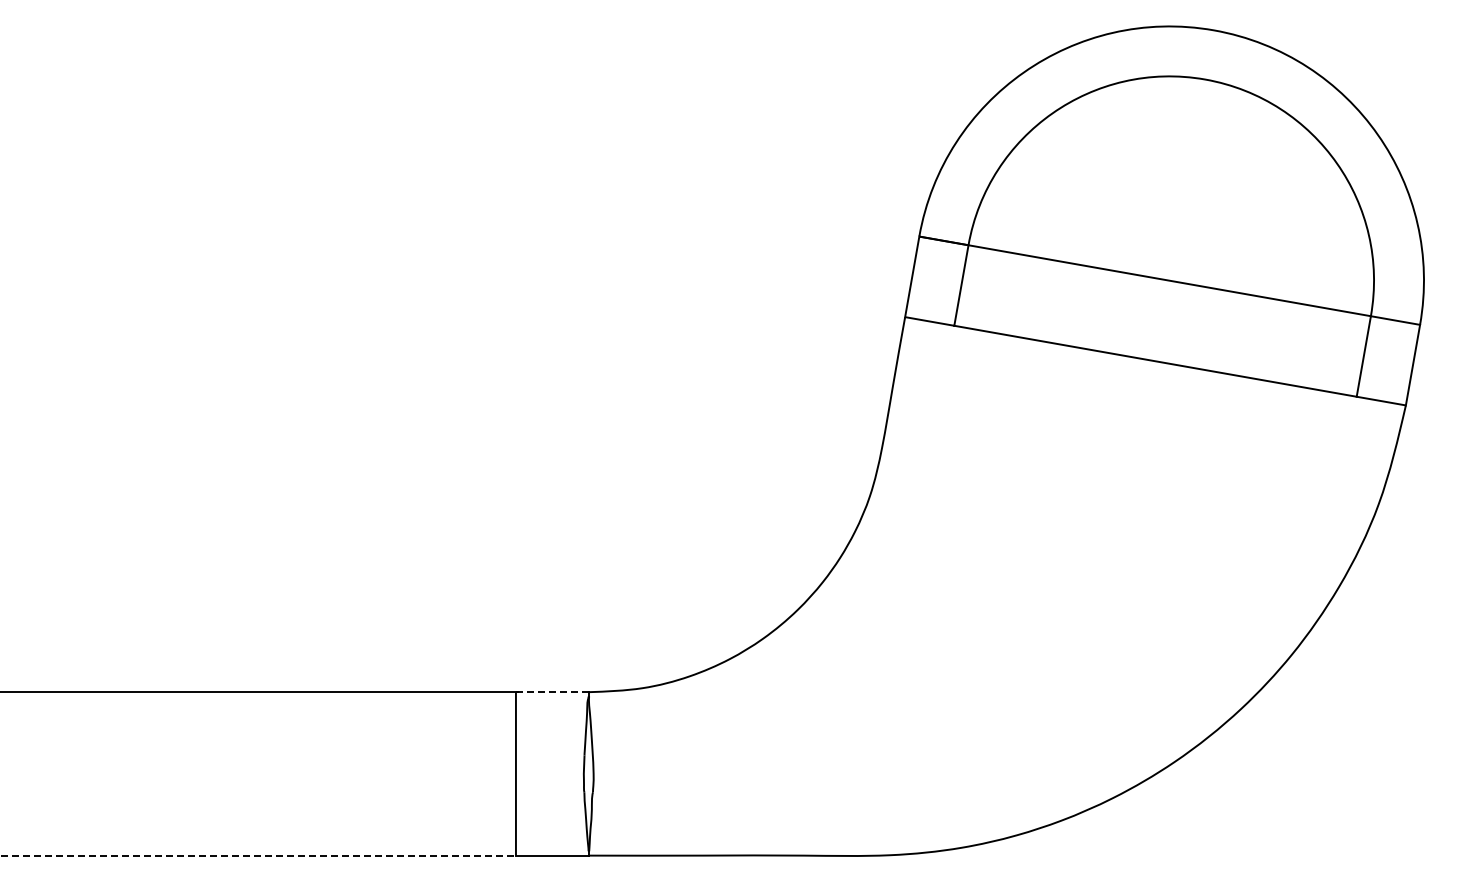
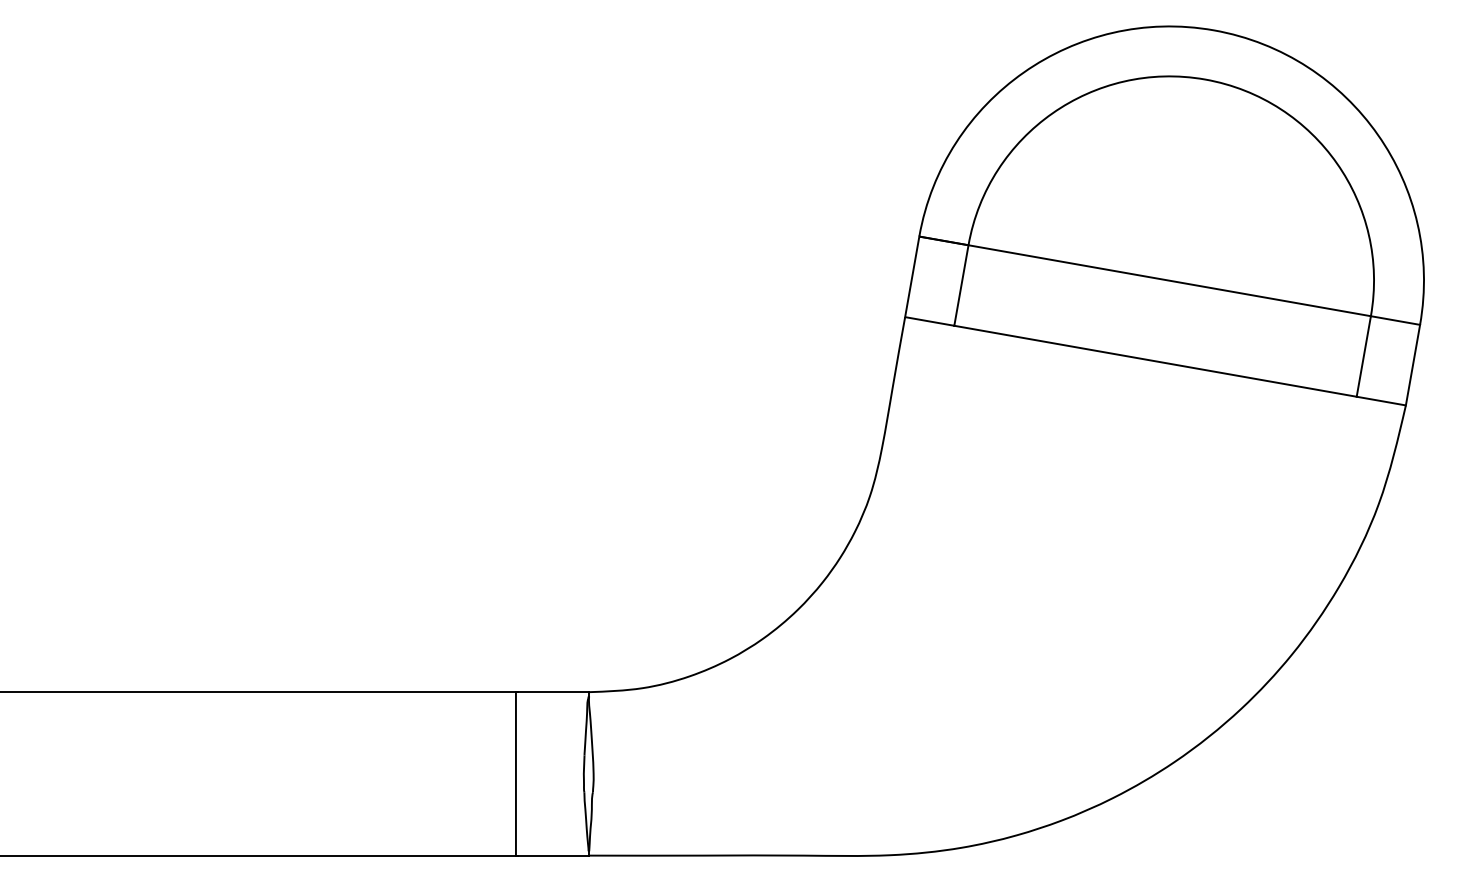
line at (551, 692): dashed -> solid
line at (259, 855): dashed -> solid
